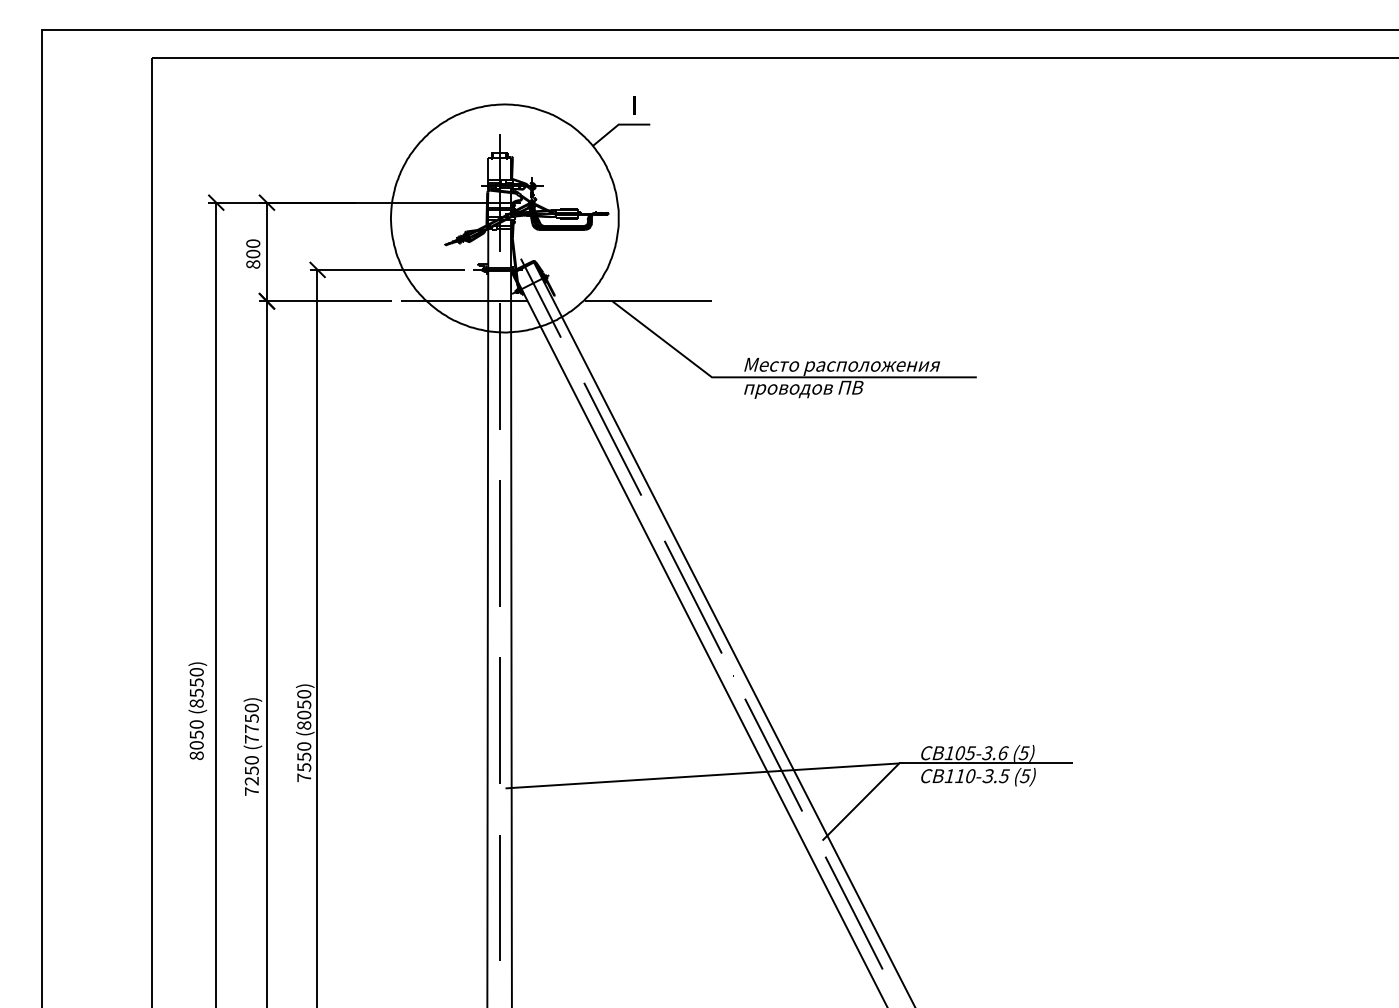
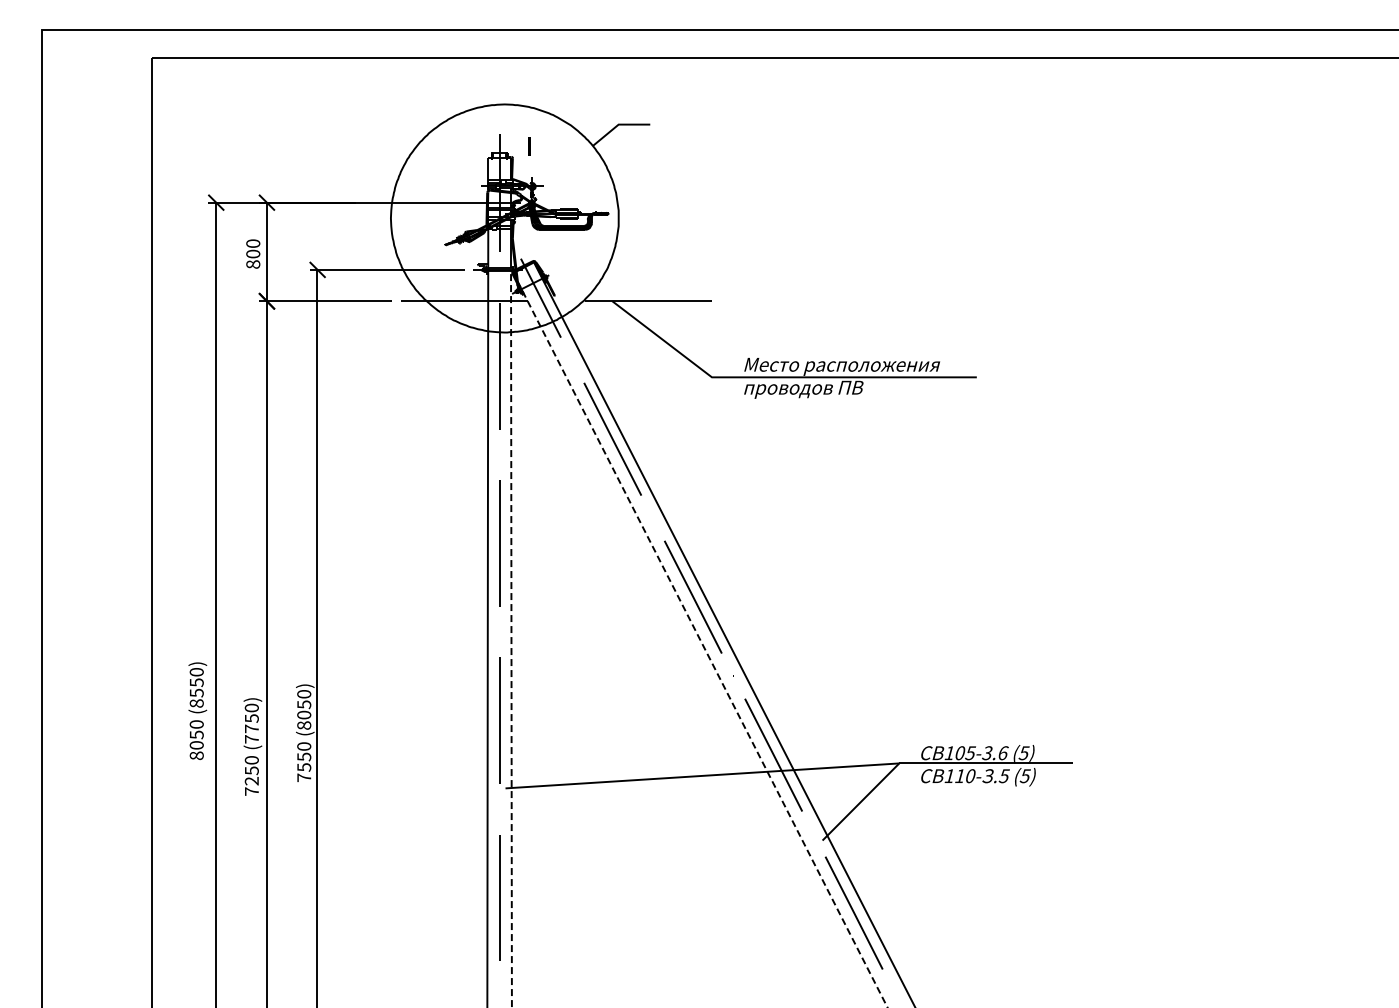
line at (634, 105) position: (634, 105) -> (529, 146)
line at (511, 639): solid -> dashed
line at (702, 644): solid -> dashed
